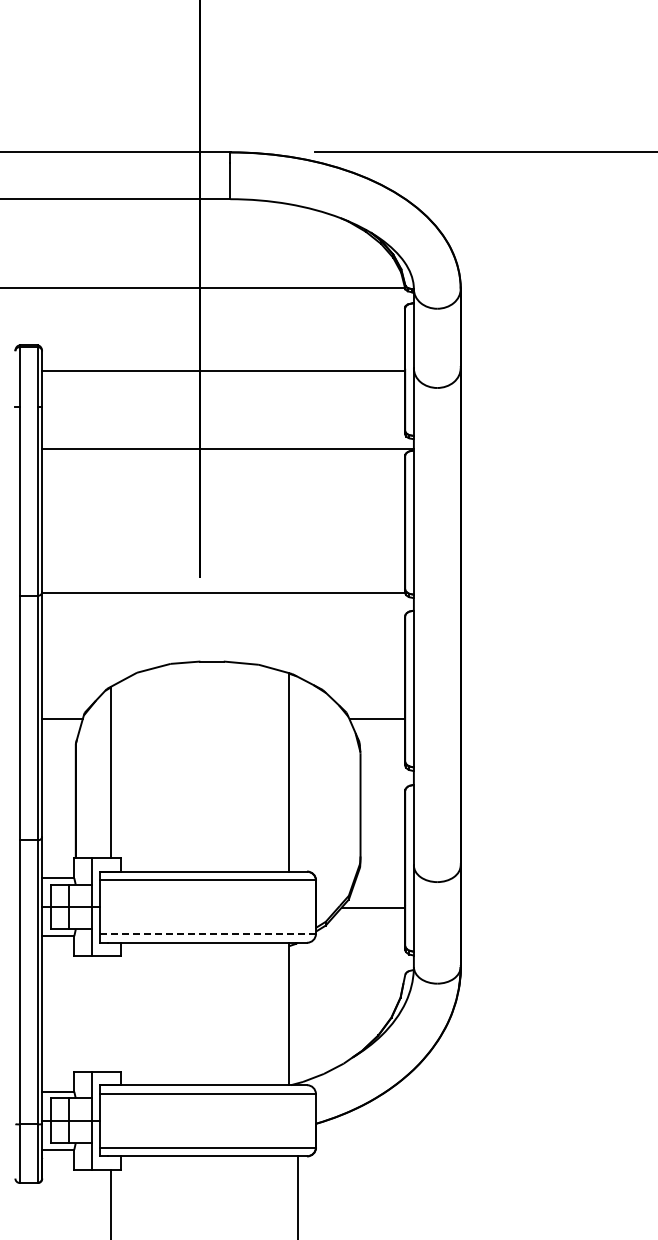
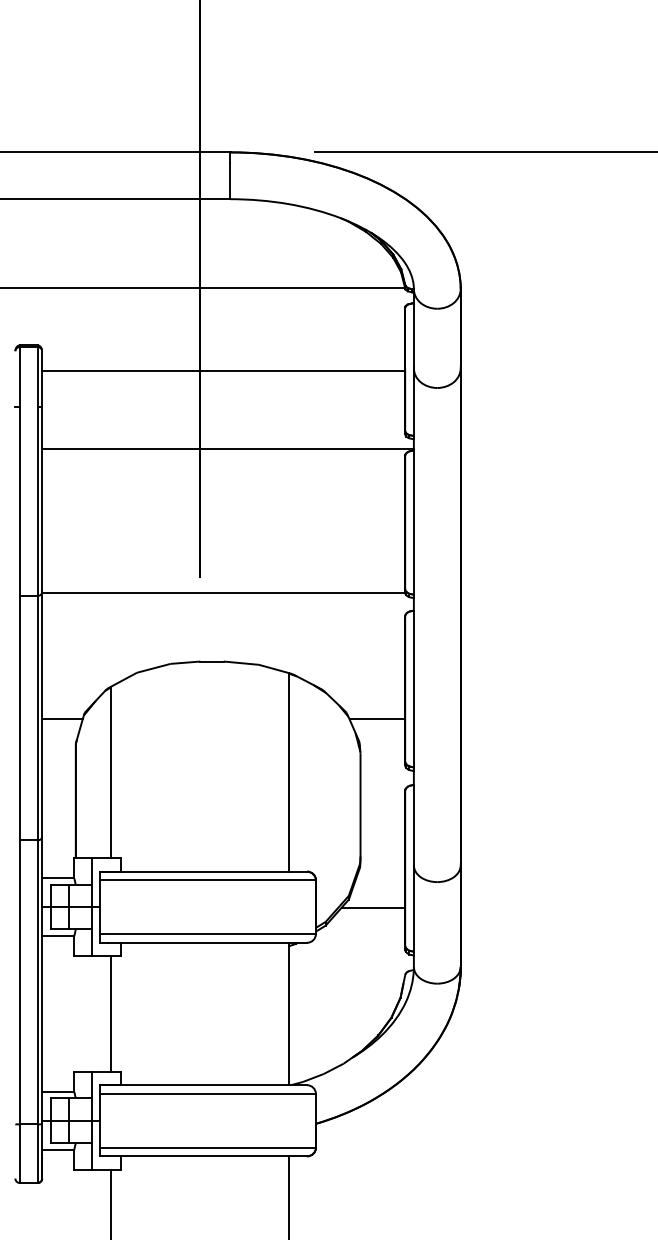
line at (208, 934): dashed -> solid
line at (111, 1013): none -> present
line at (298, 1196) position: (298, 1196) -> (289, 1196)
